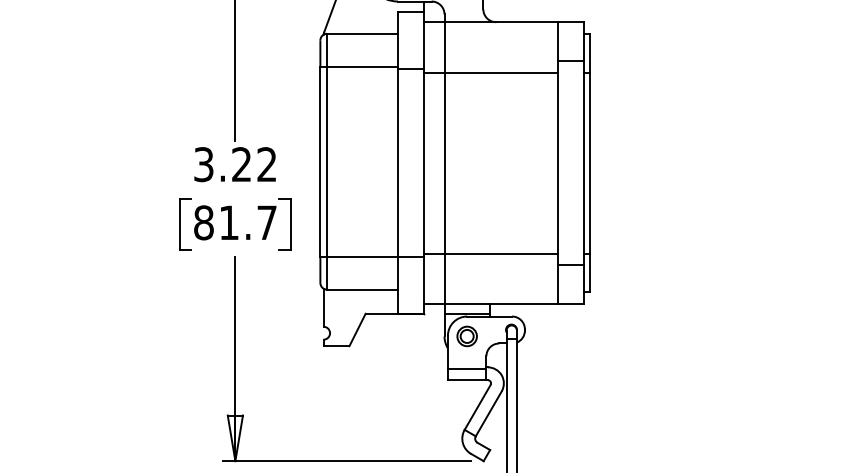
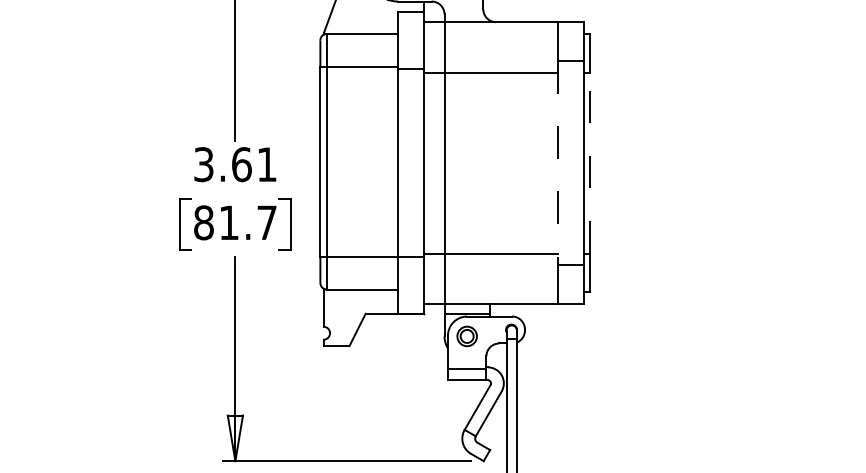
line at (557, 163): solid -> dashed
line at (589, 163): solid -> dashed
text at (254, 164): 3.22 -> 3.61
